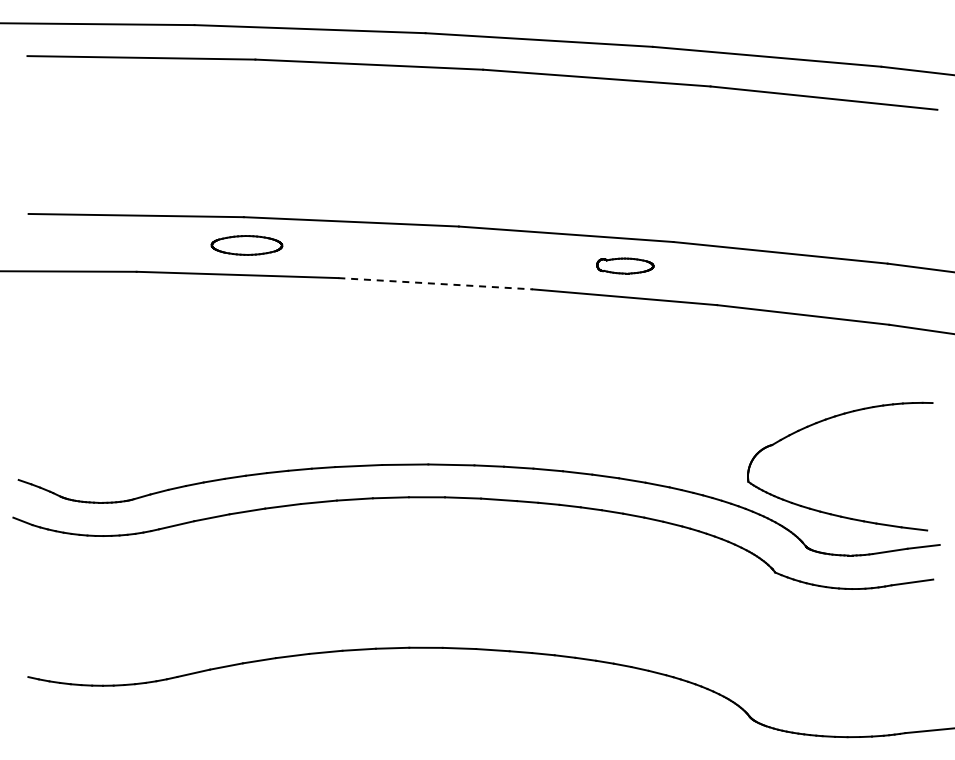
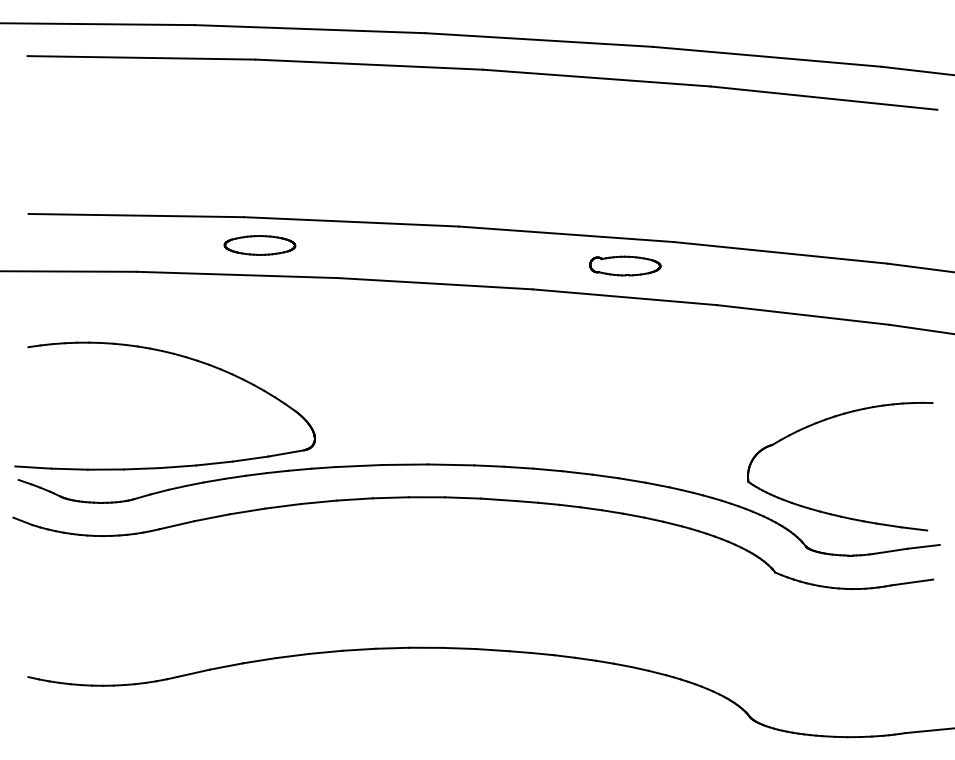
part at (246, 245) position: (246, 245) -> (259, 245)
part at (625, 265) size: 59x18 px -> 73x22 px
line at (436, 283): dashed -> solid
part at (175, 355): none -> present
